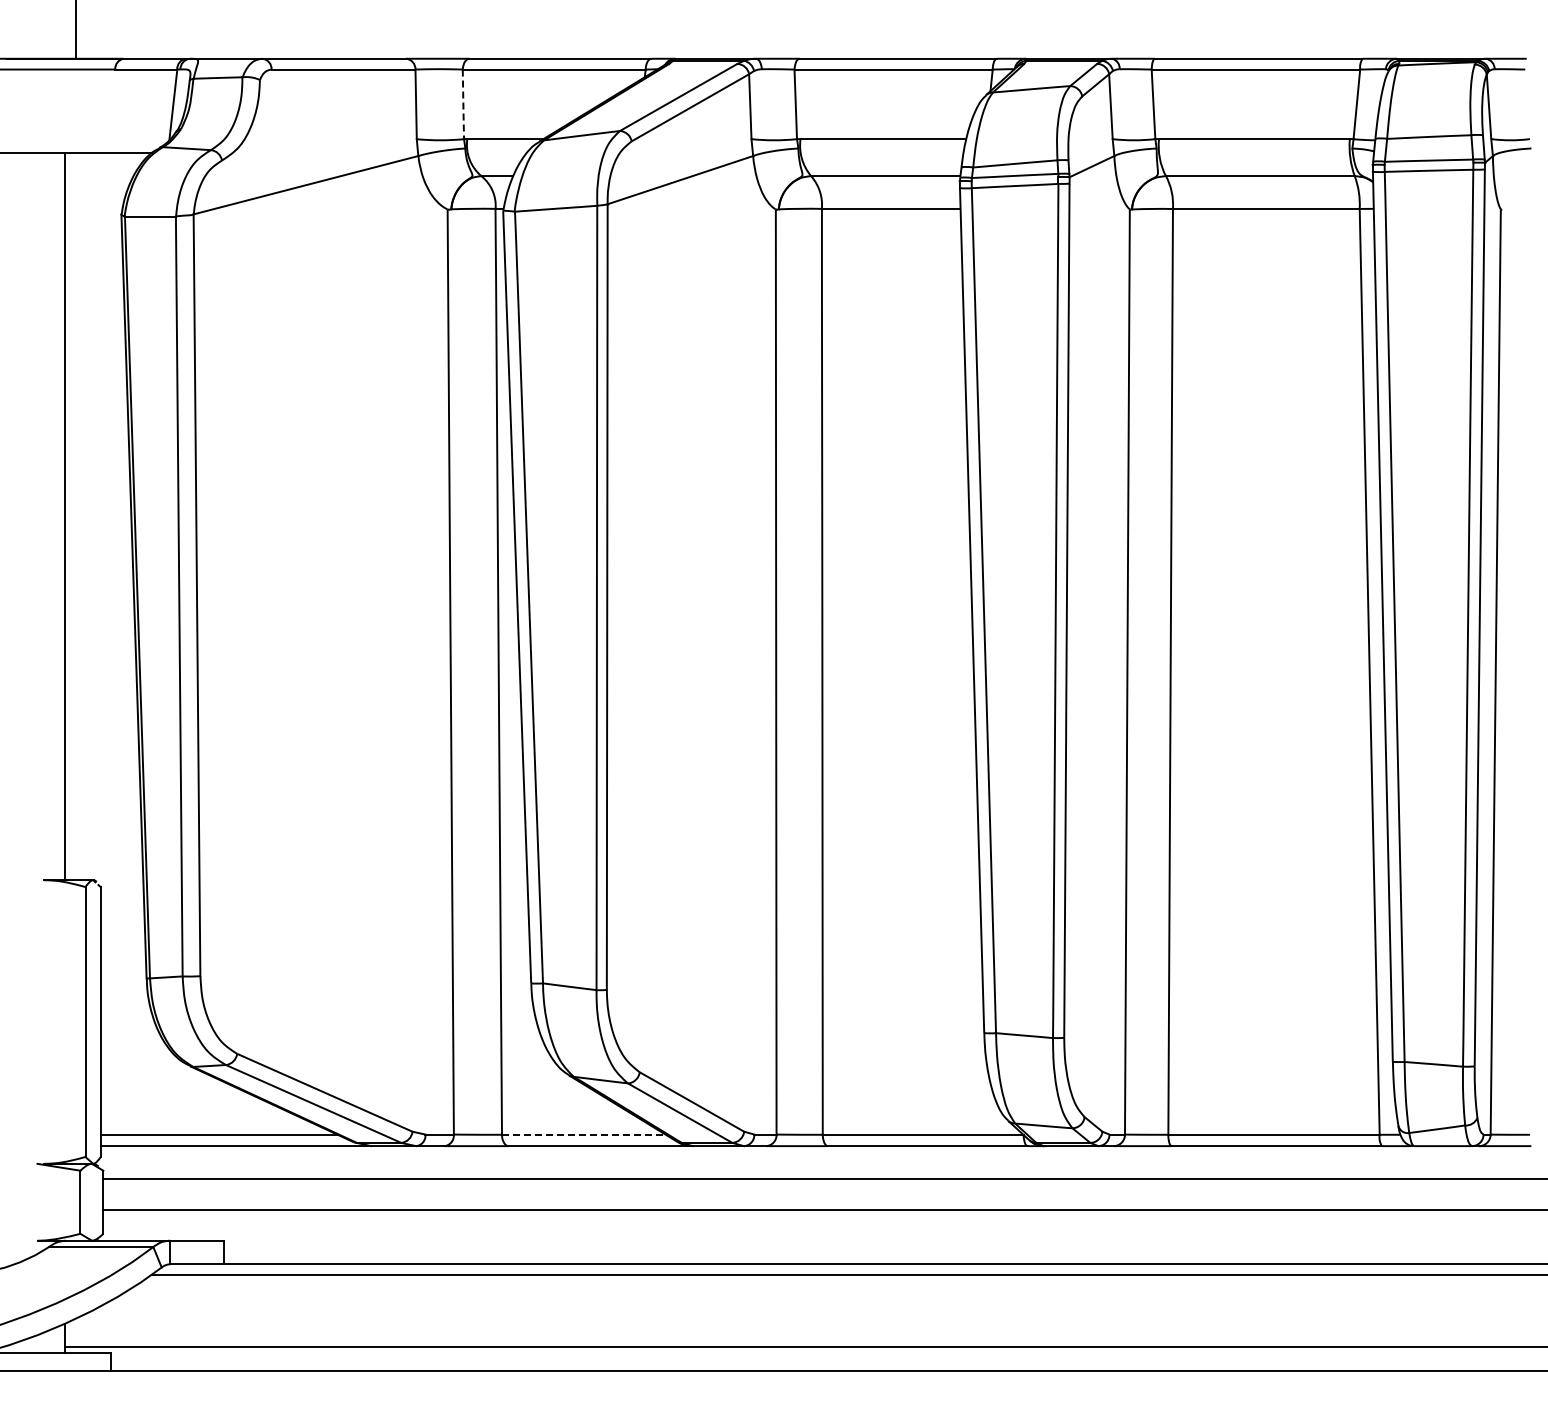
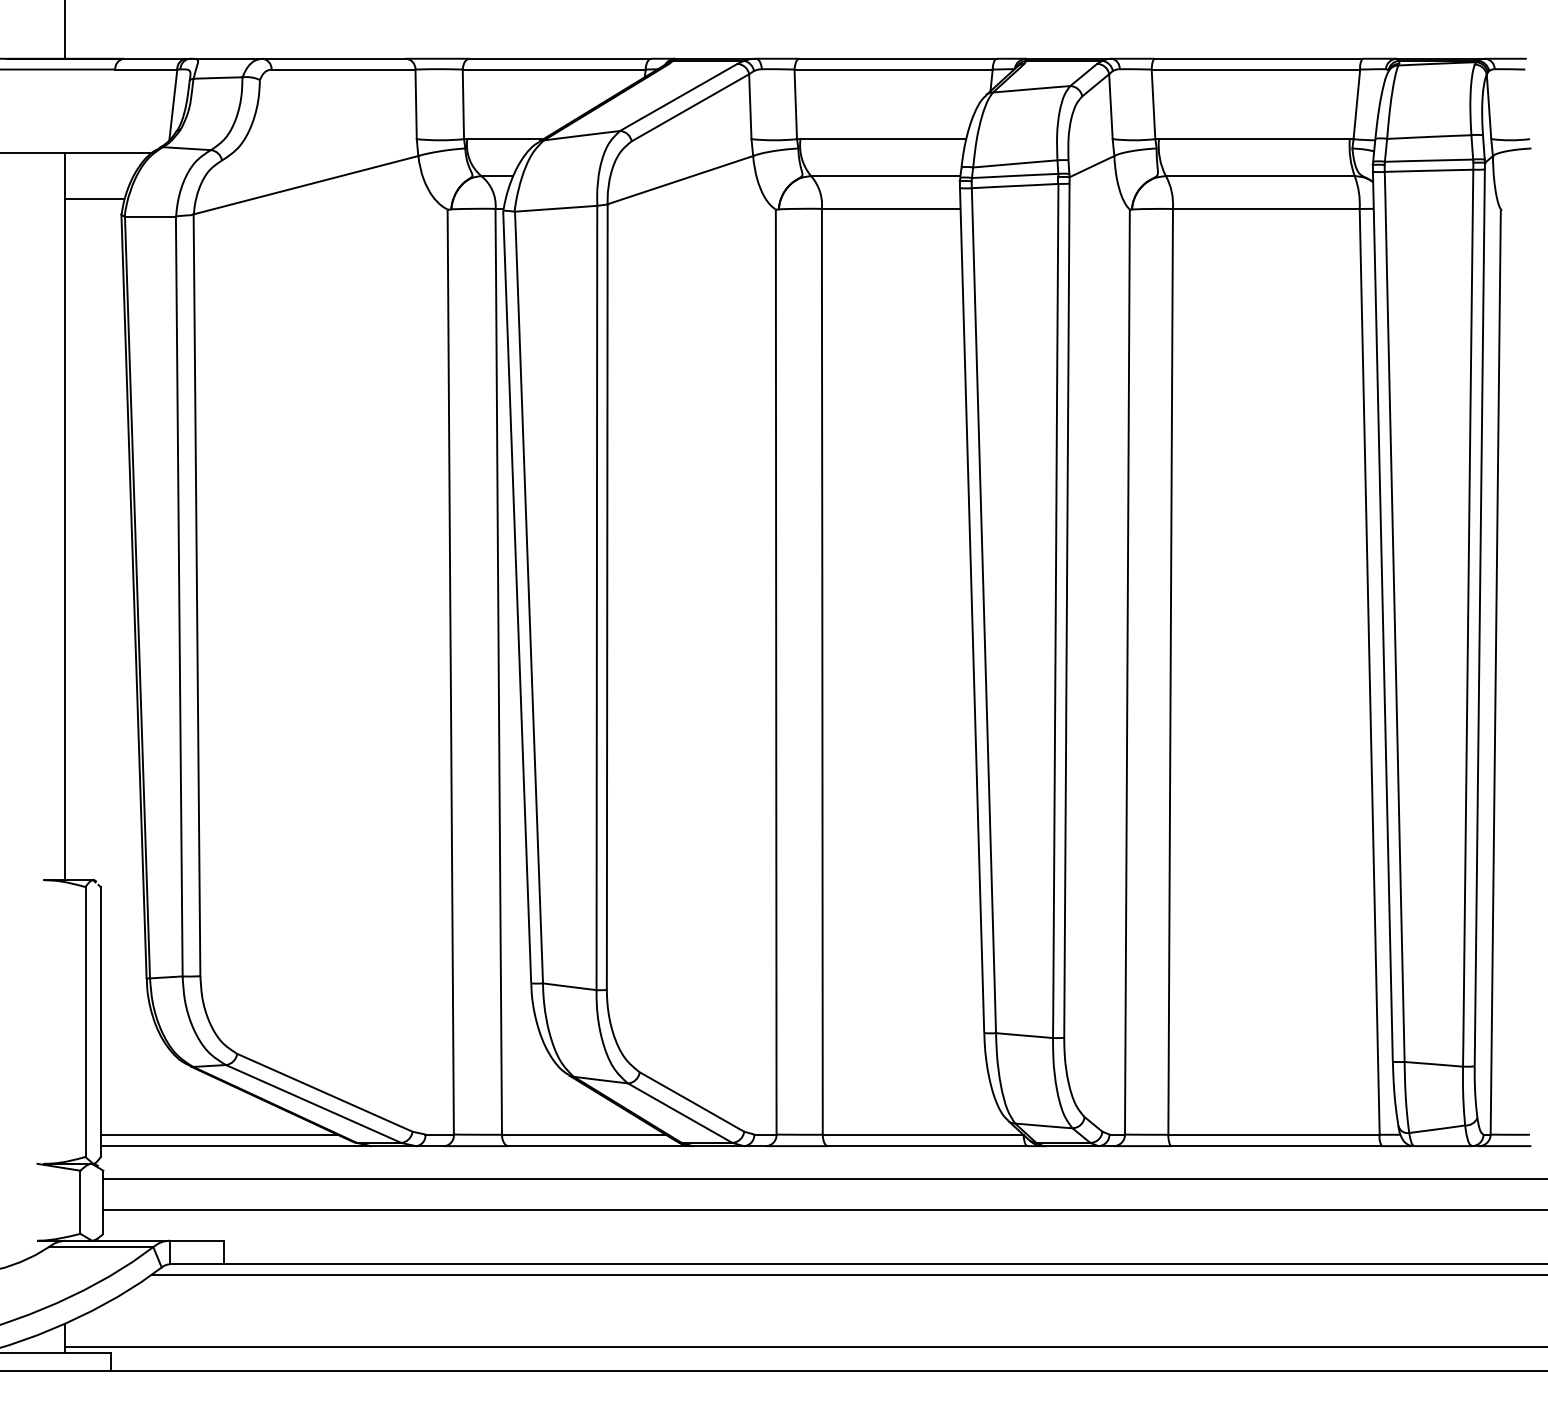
line at (75, 30) position: (75, 30) -> (64, 30)
line at (463, 105): dashed -> solid
line at (93, 198): none -> present
line at (583, 1134): dashed -> solid
